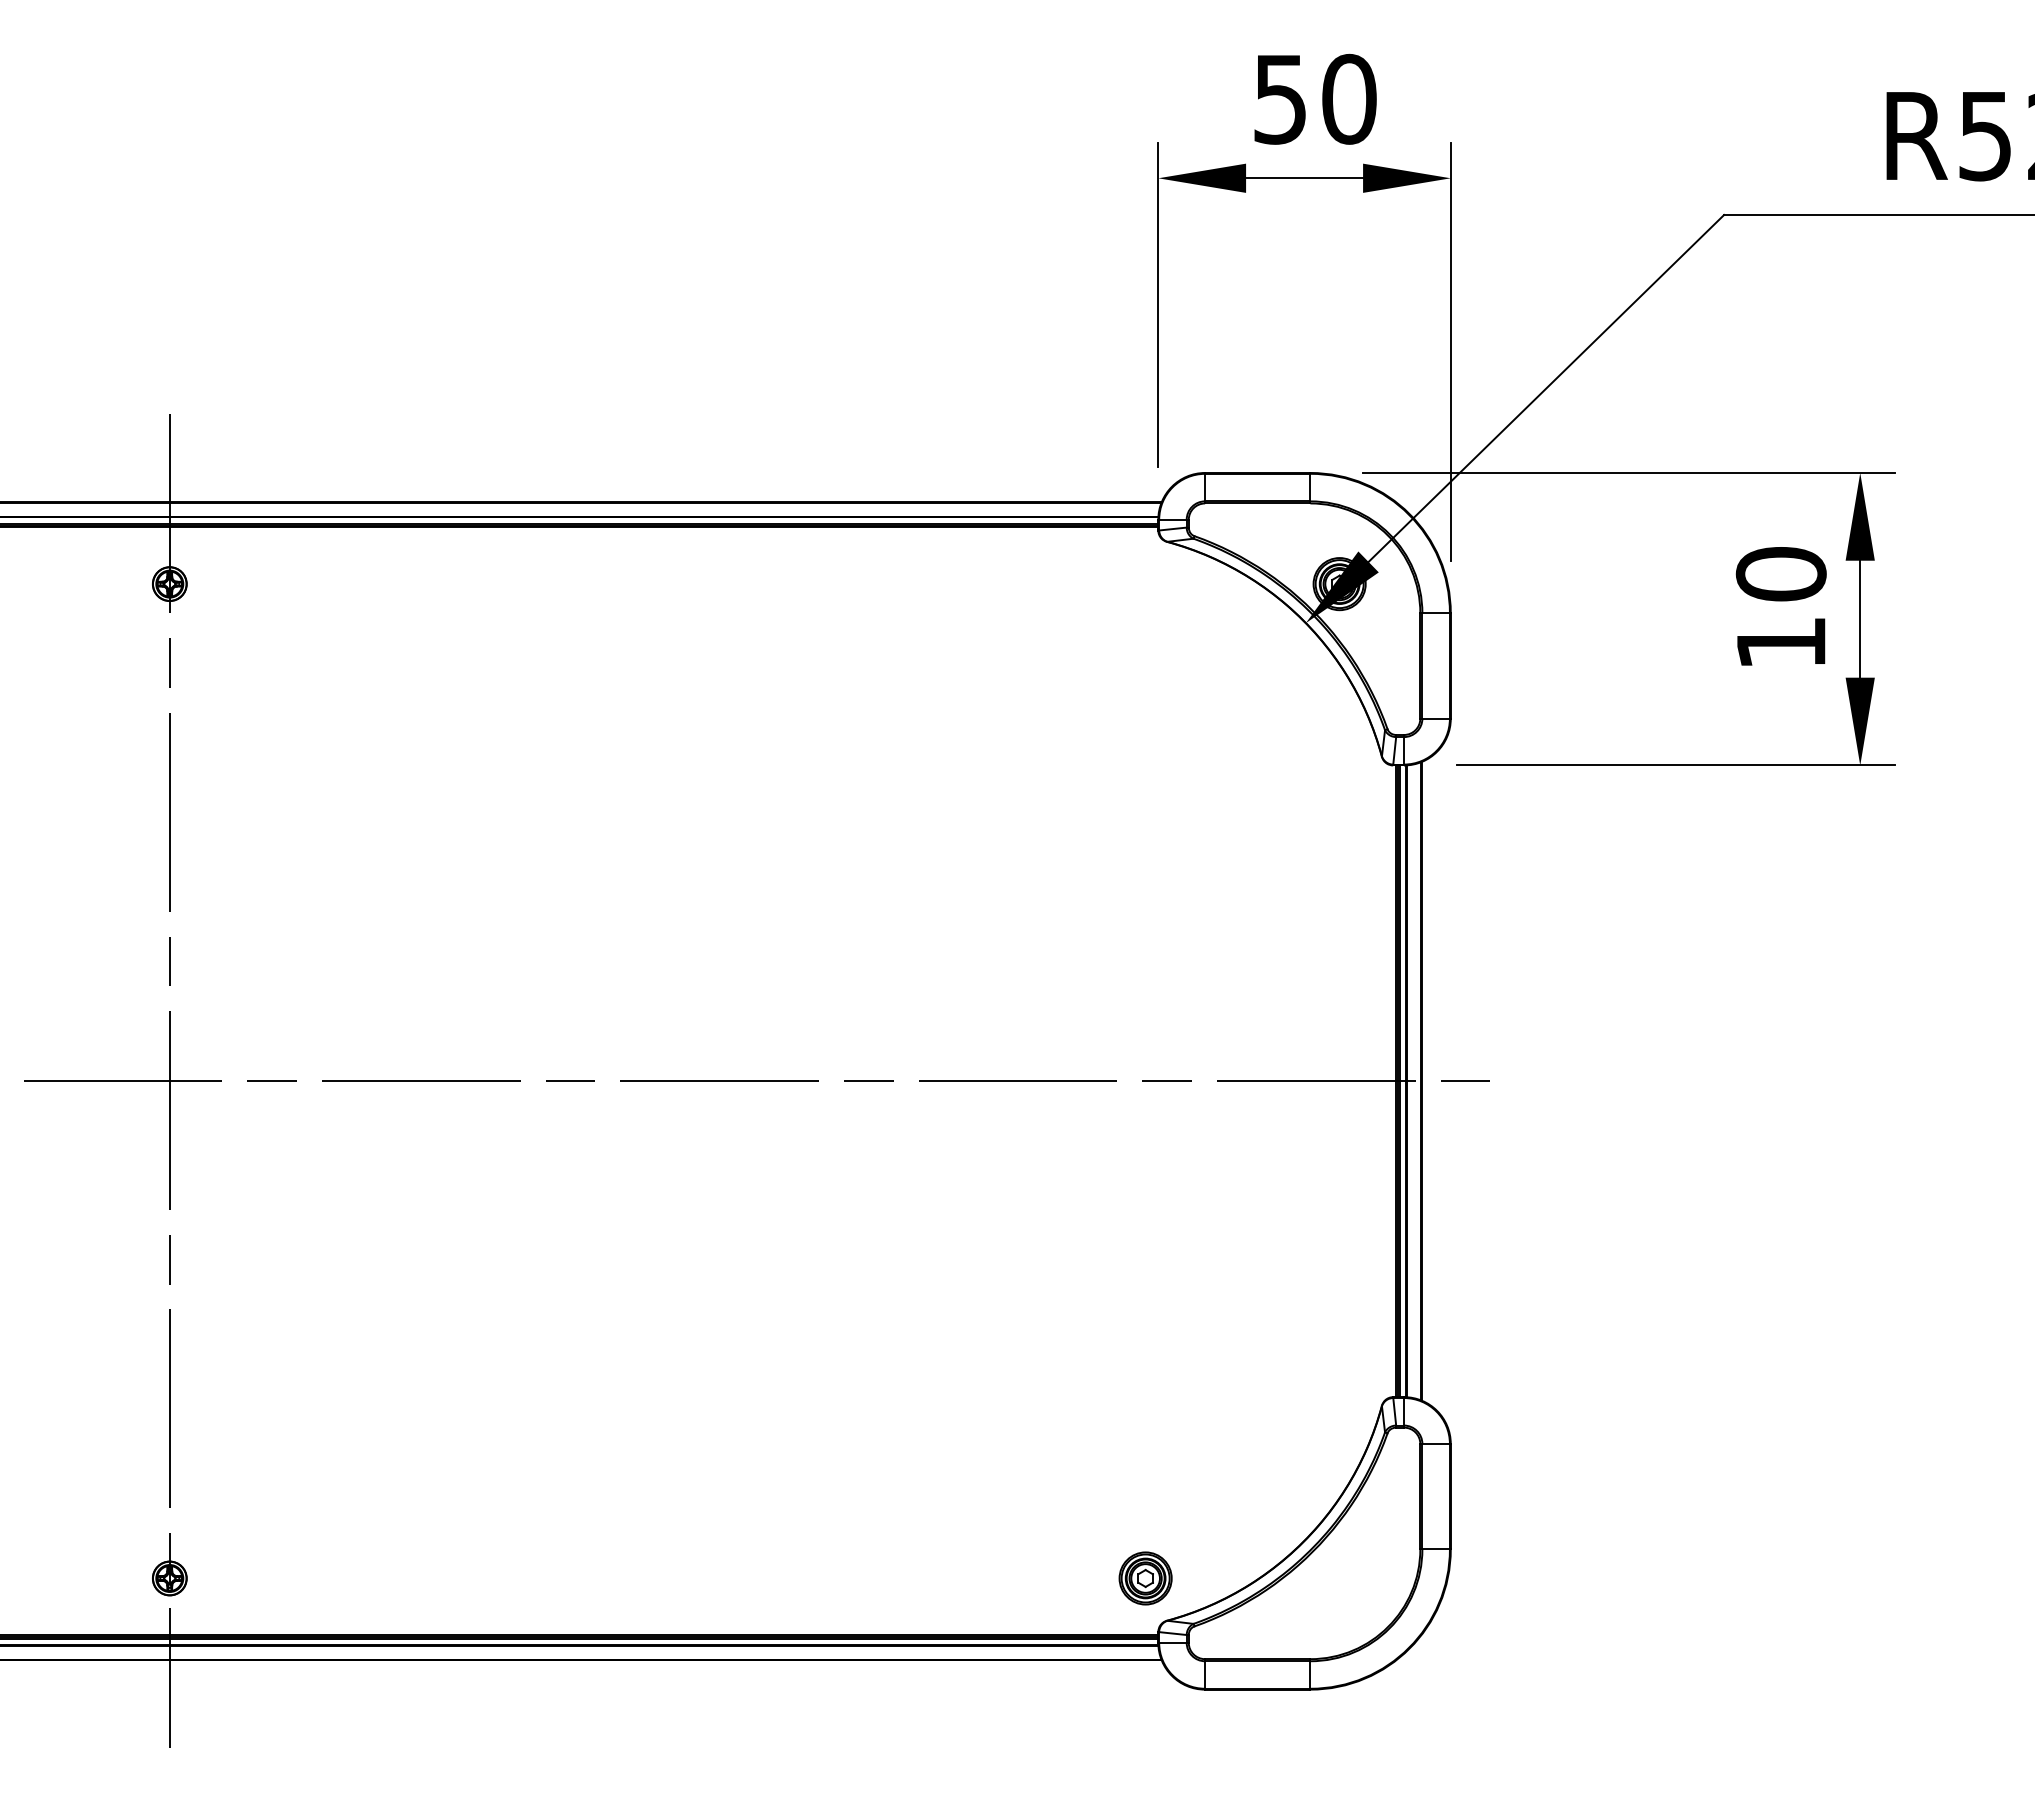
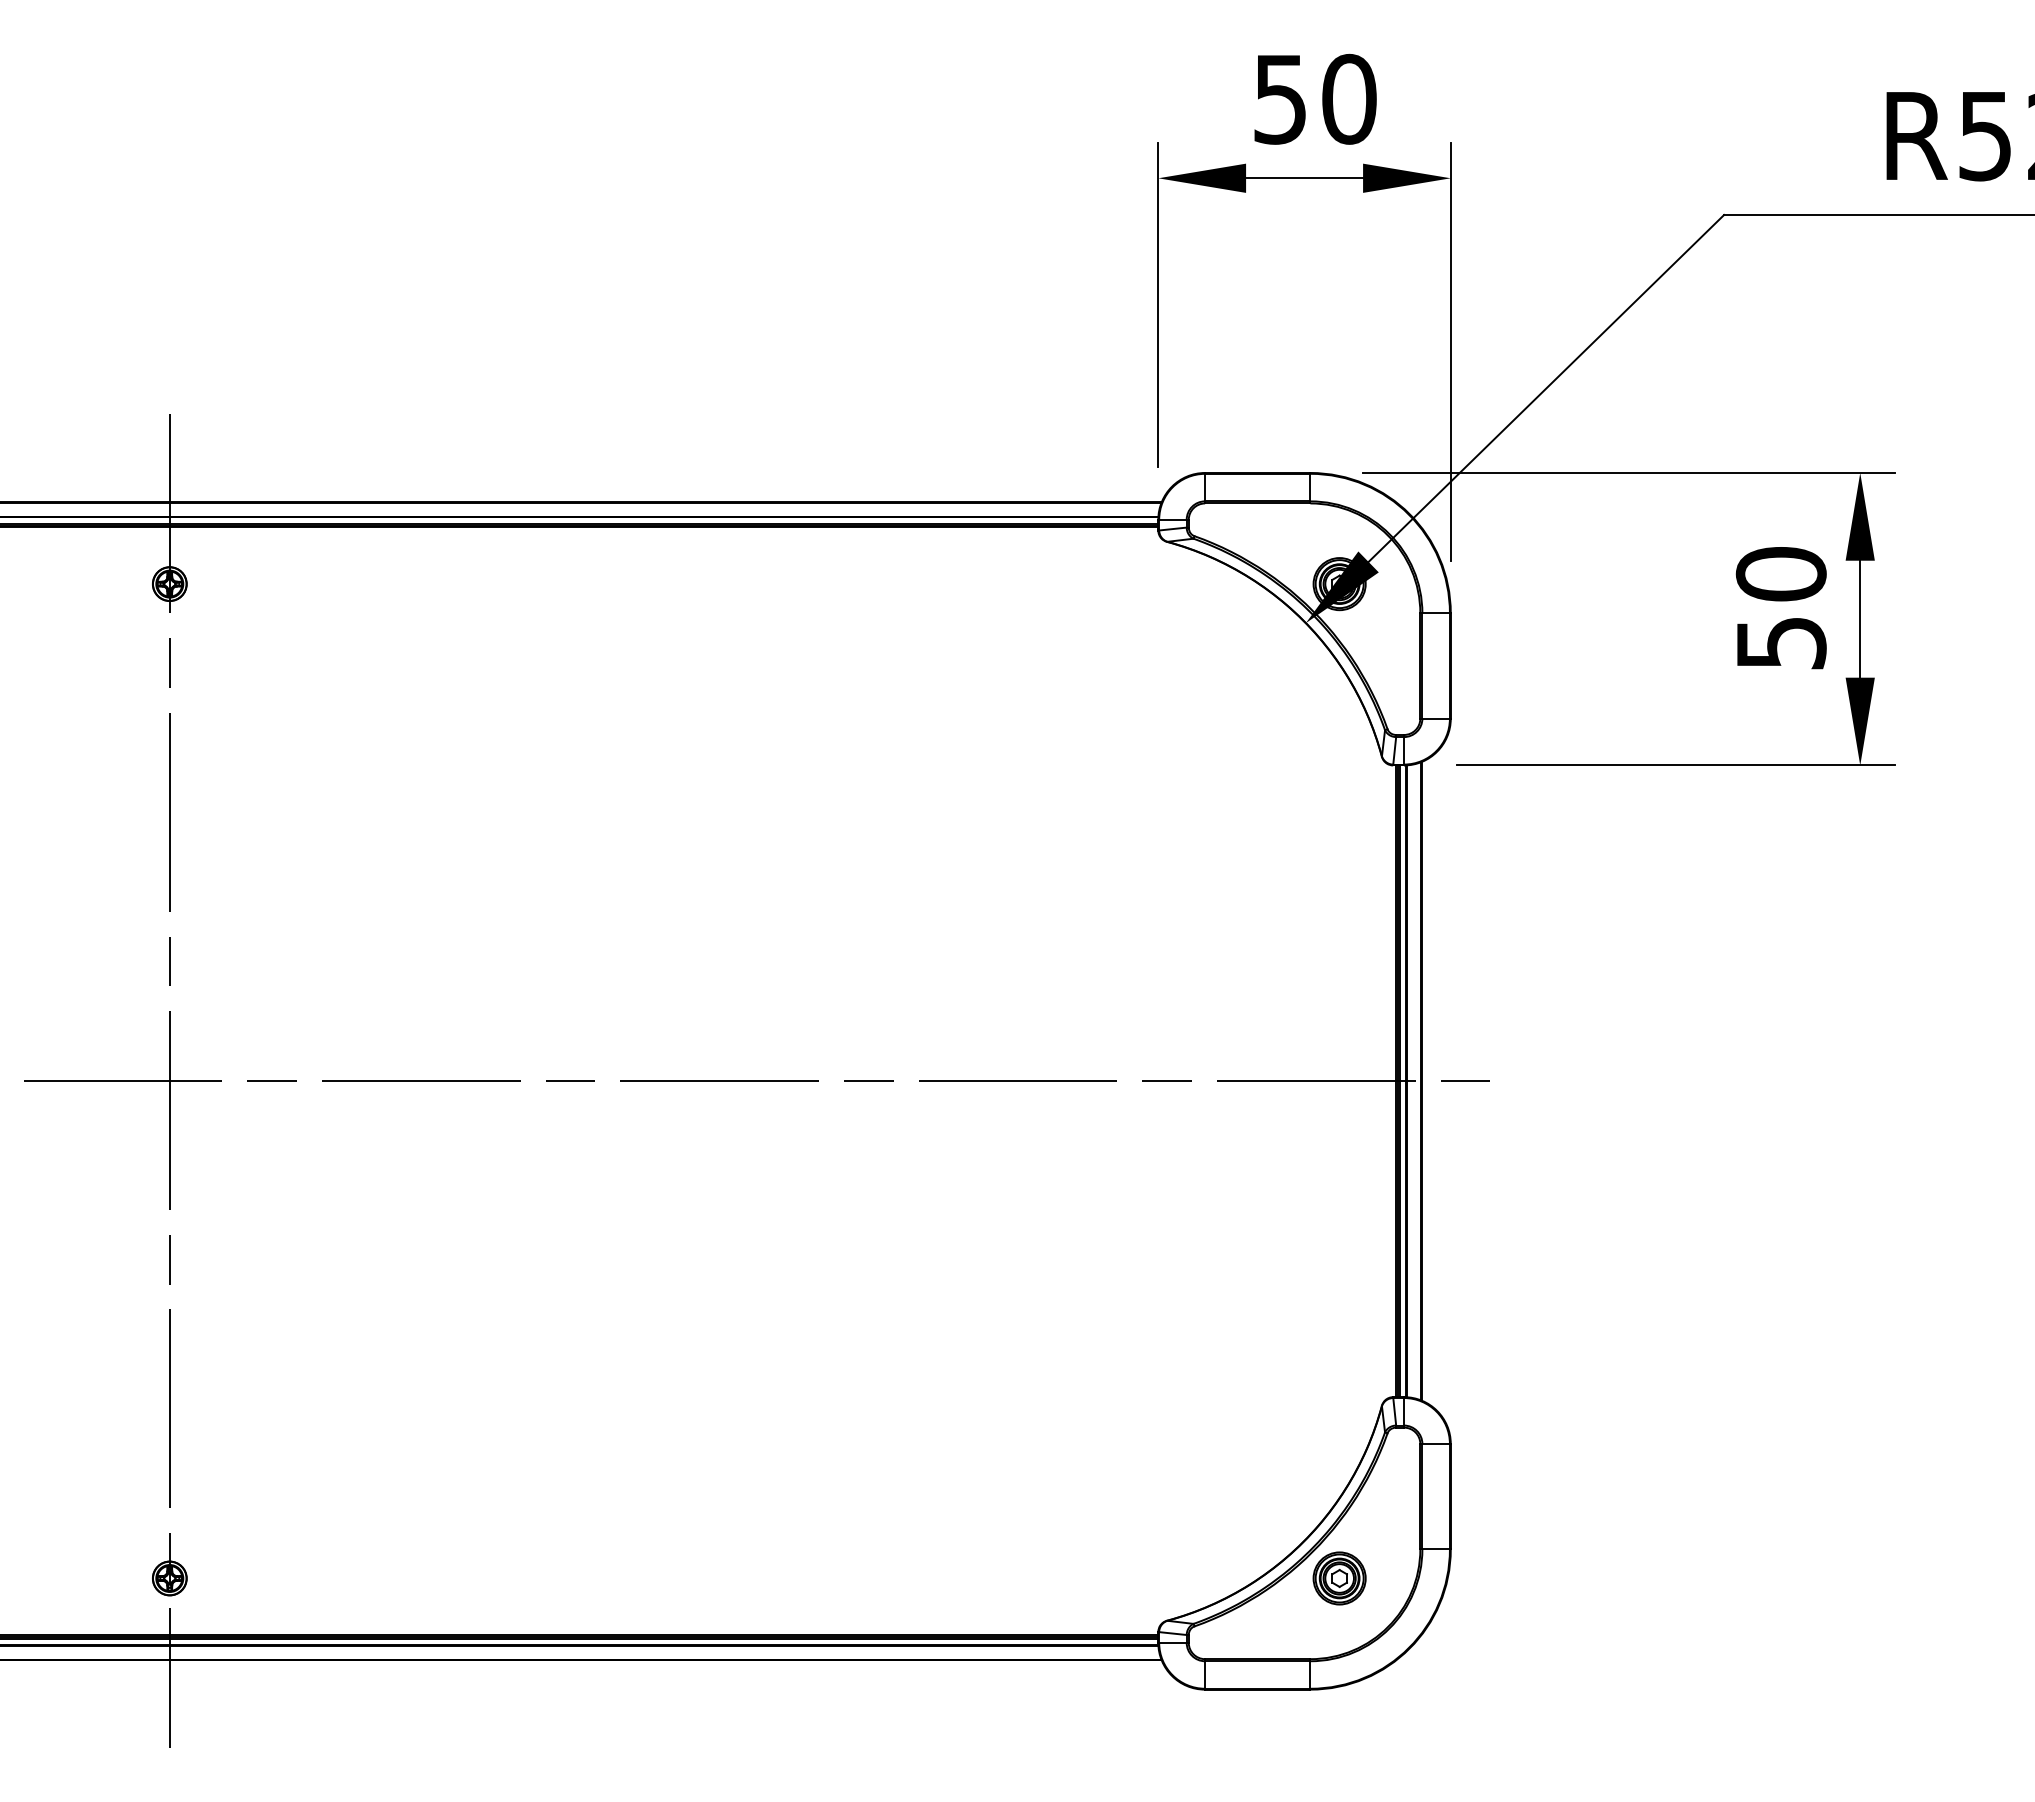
text at (1781, 643): 10 -> 50
part at (1145, 1578) position: (1145, 1578) -> (1339, 1578)
